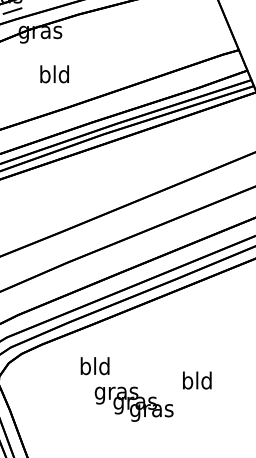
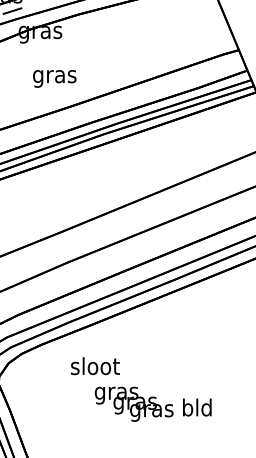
text at (54, 76): bld -> gras
text at (95, 366): bld -> sloot
text at (197, 380) position: (197, 380) -> (197, 407)
